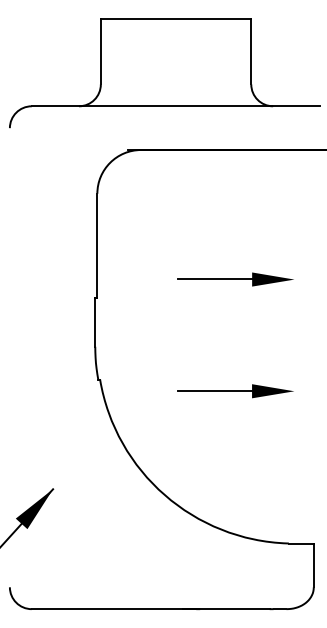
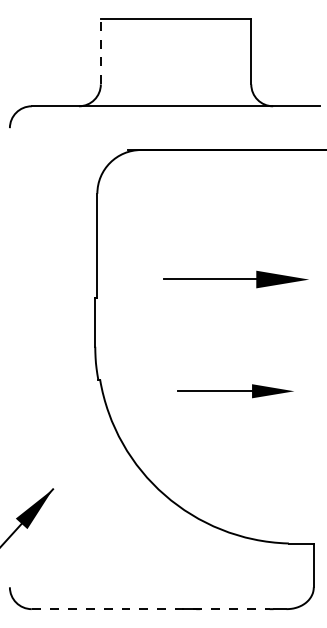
line at (100, 51): solid -> dashed
part at (235, 279) size: 117x15 px -> 146x19 px
line at (150, 609): solid -> dashed
